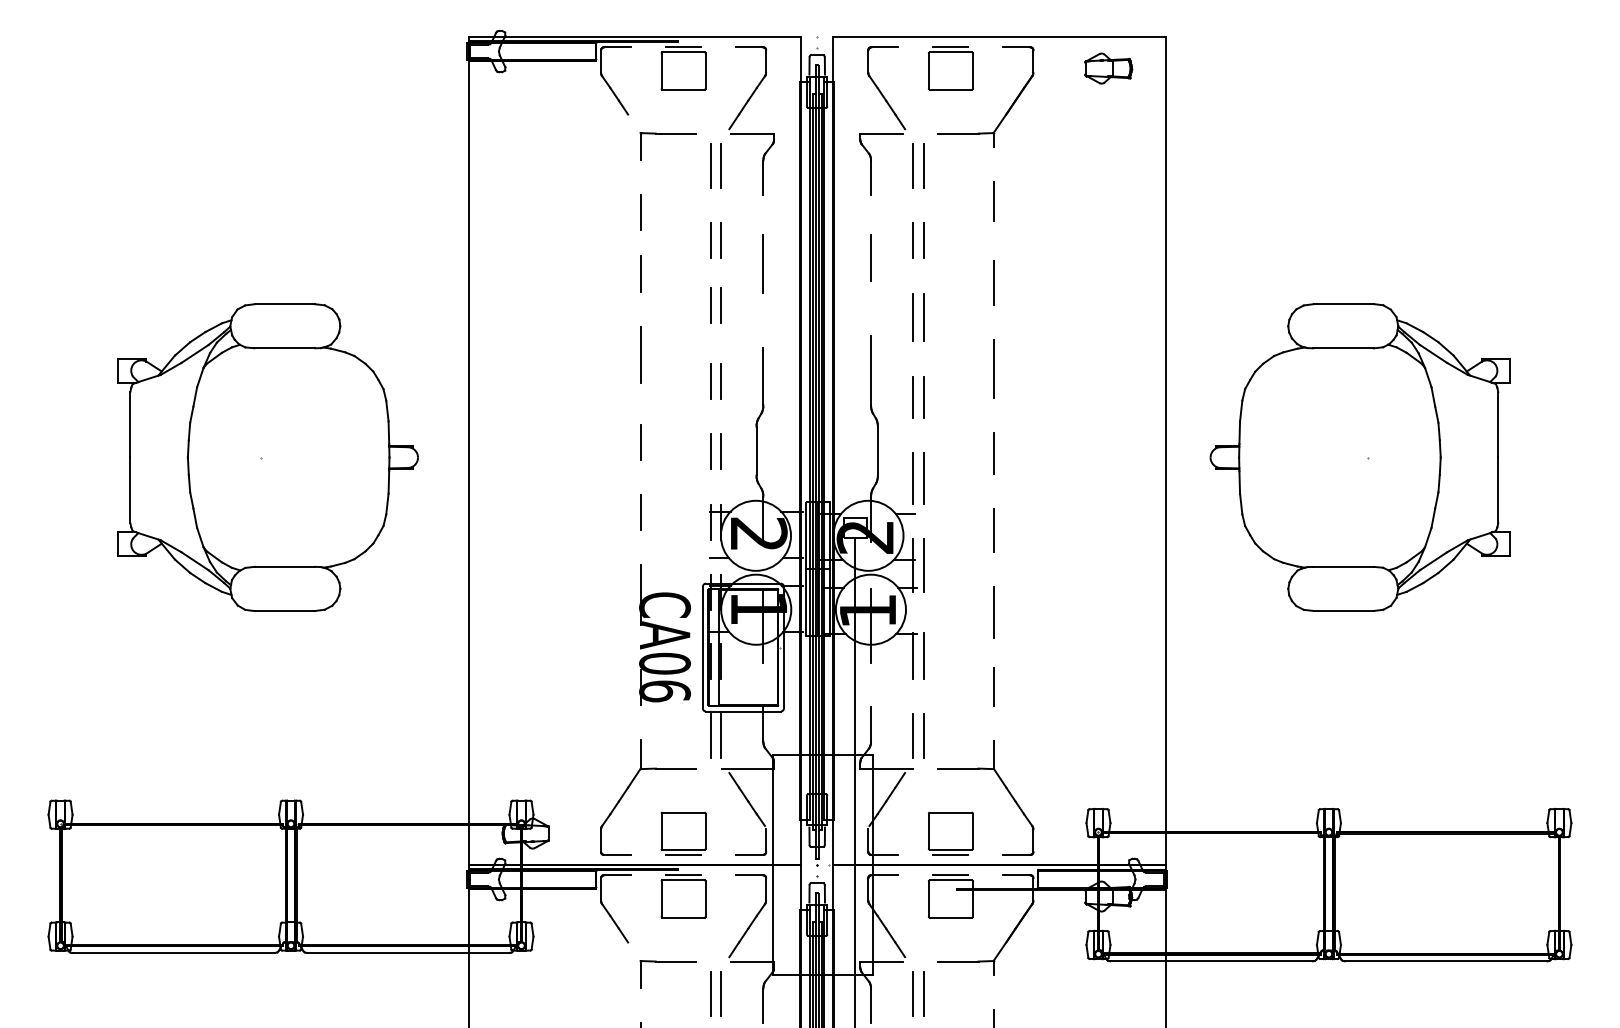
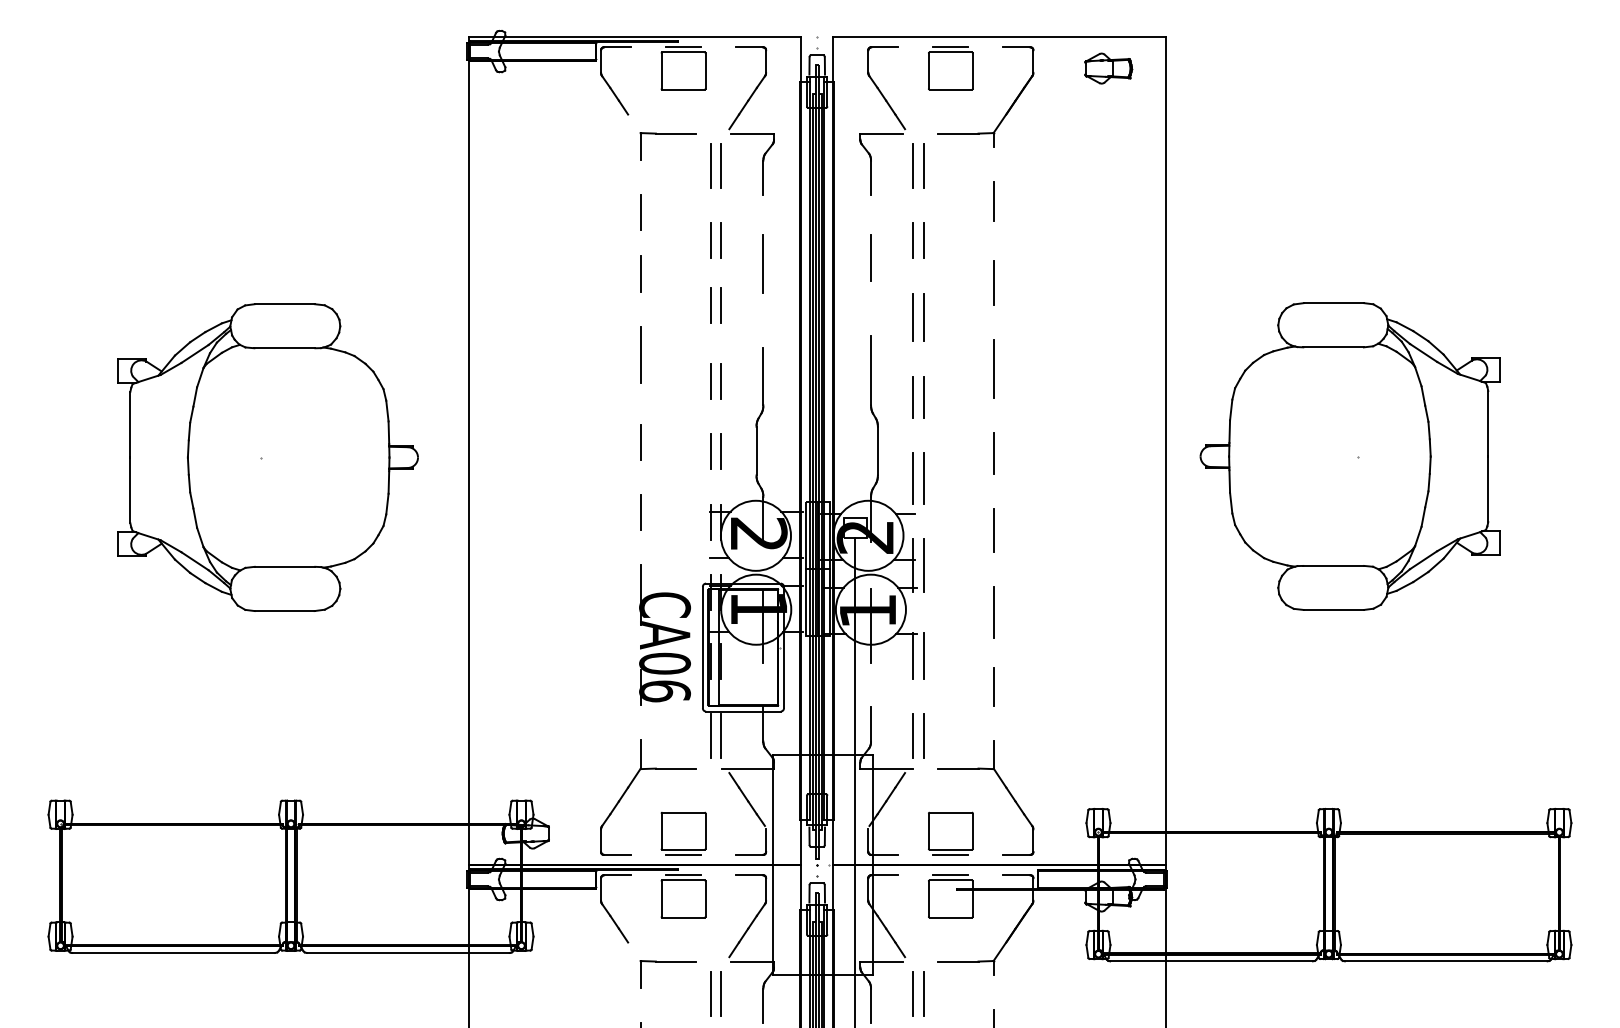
part at (1359, 457) position: (1359, 457) -> (1349, 456)
